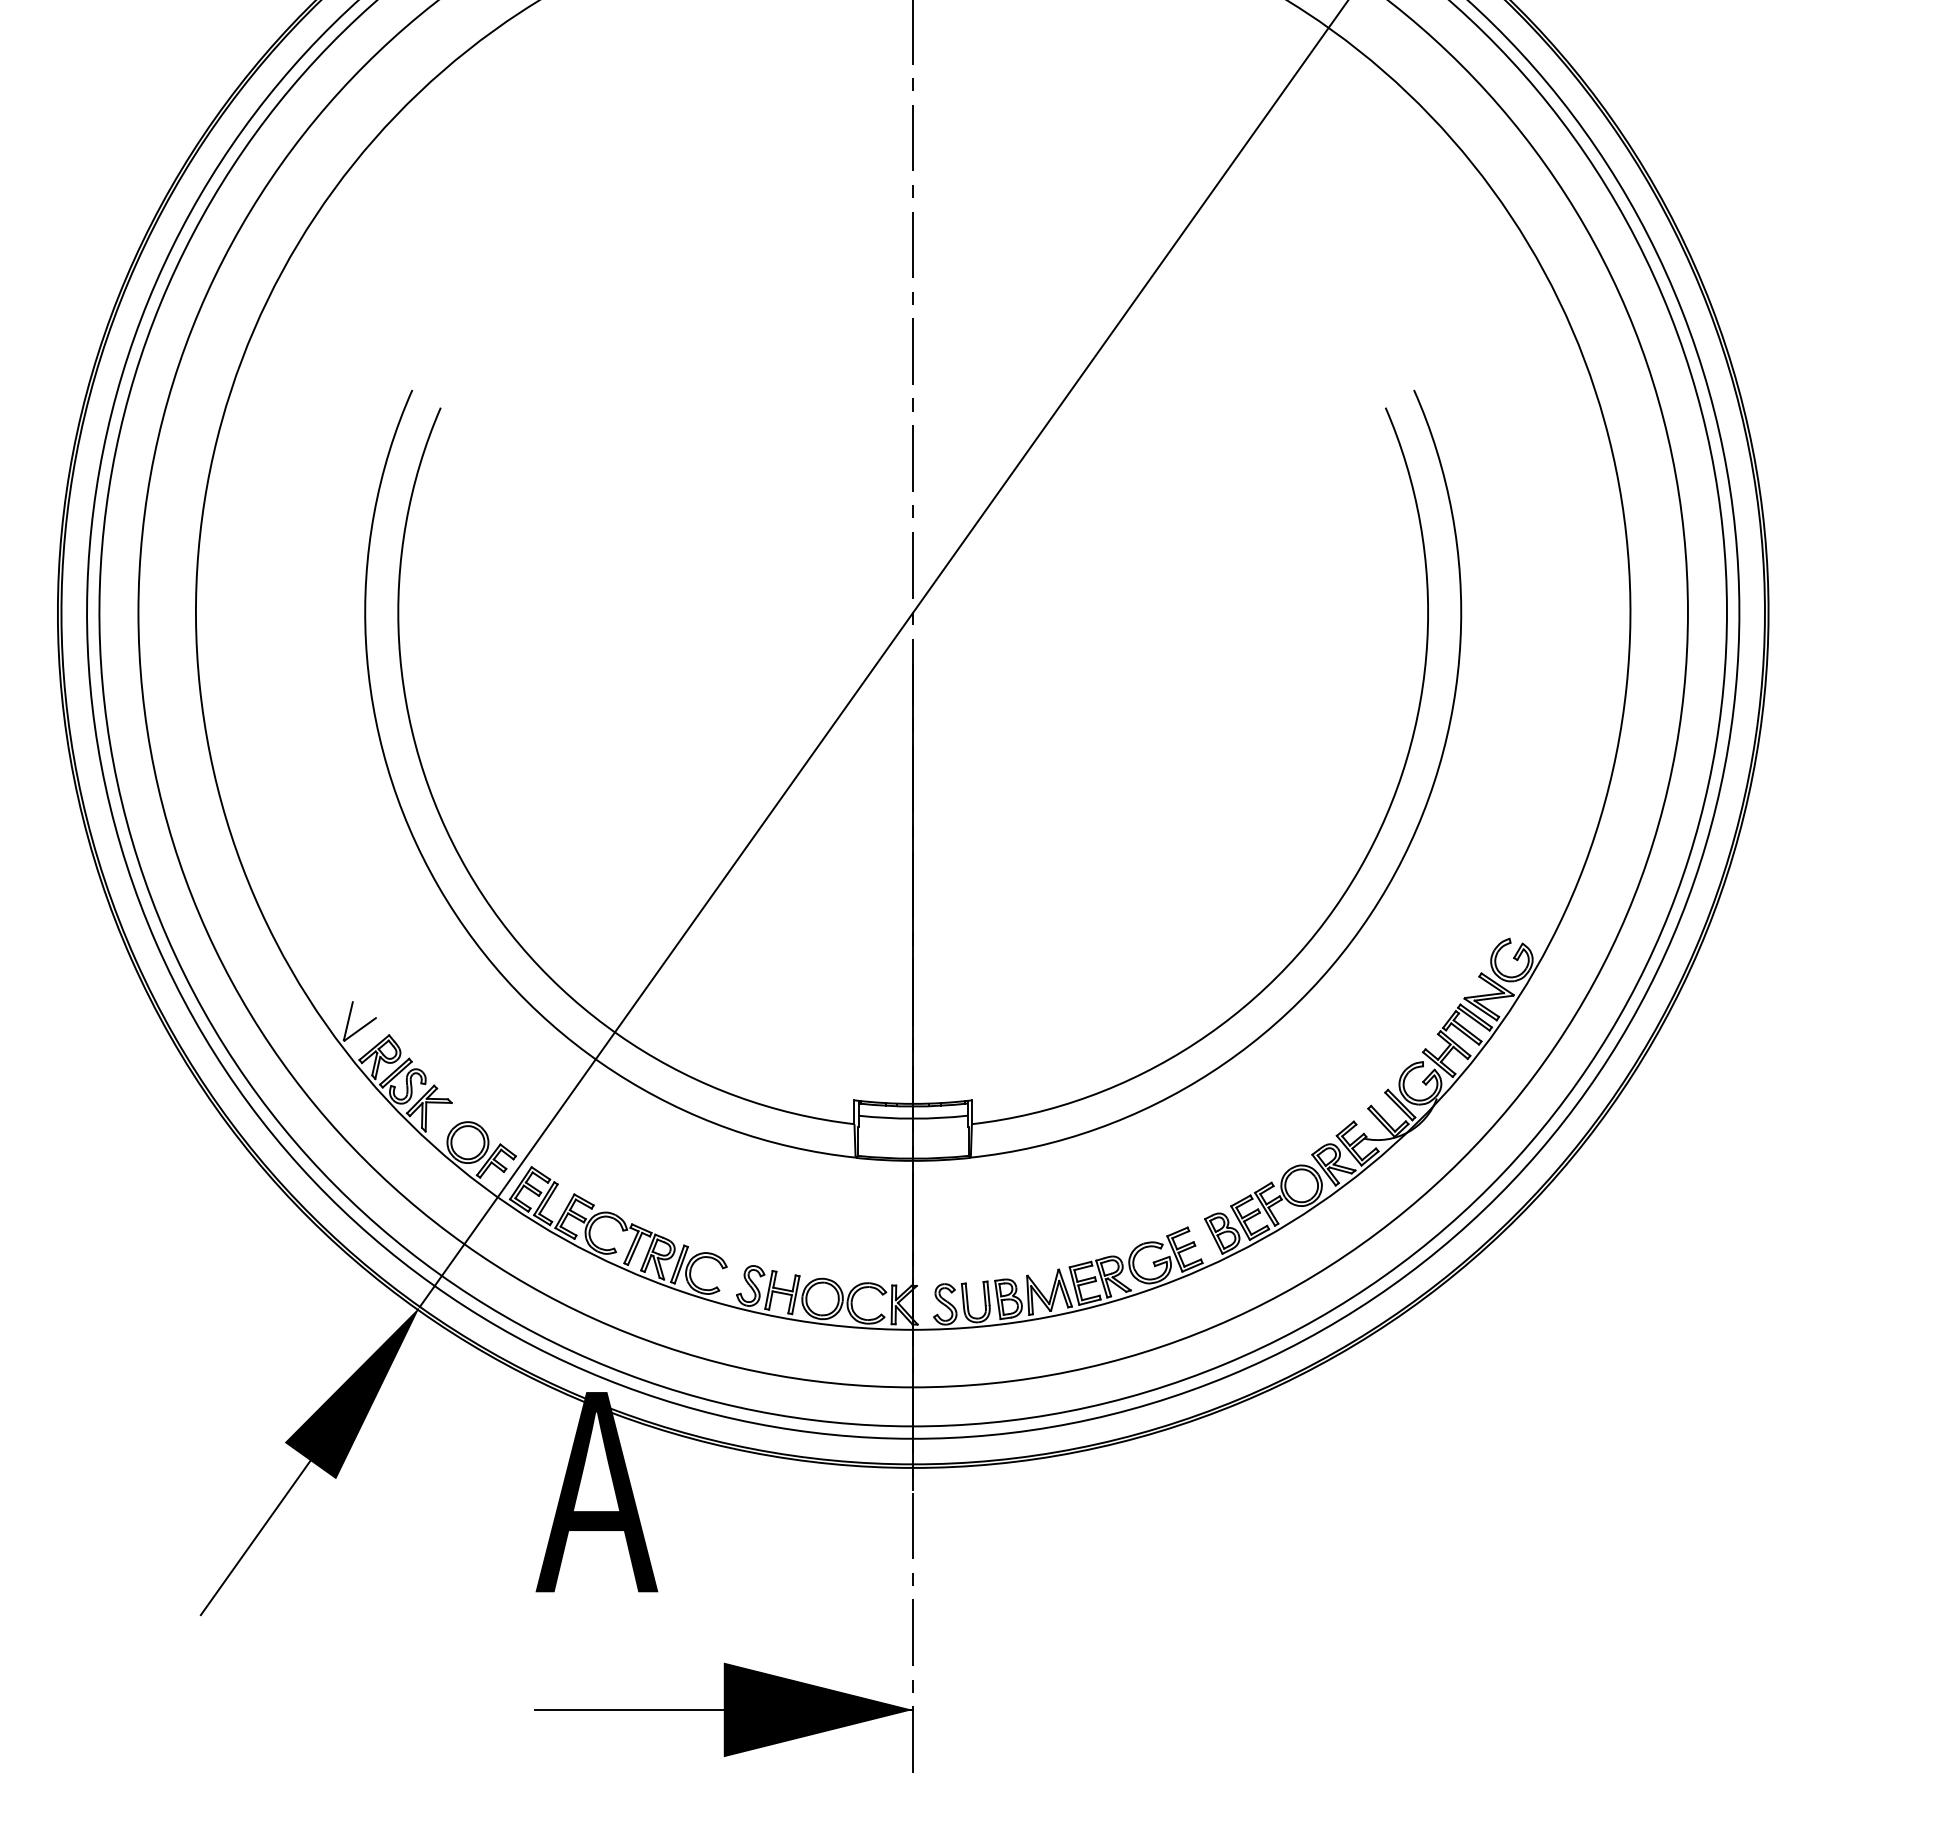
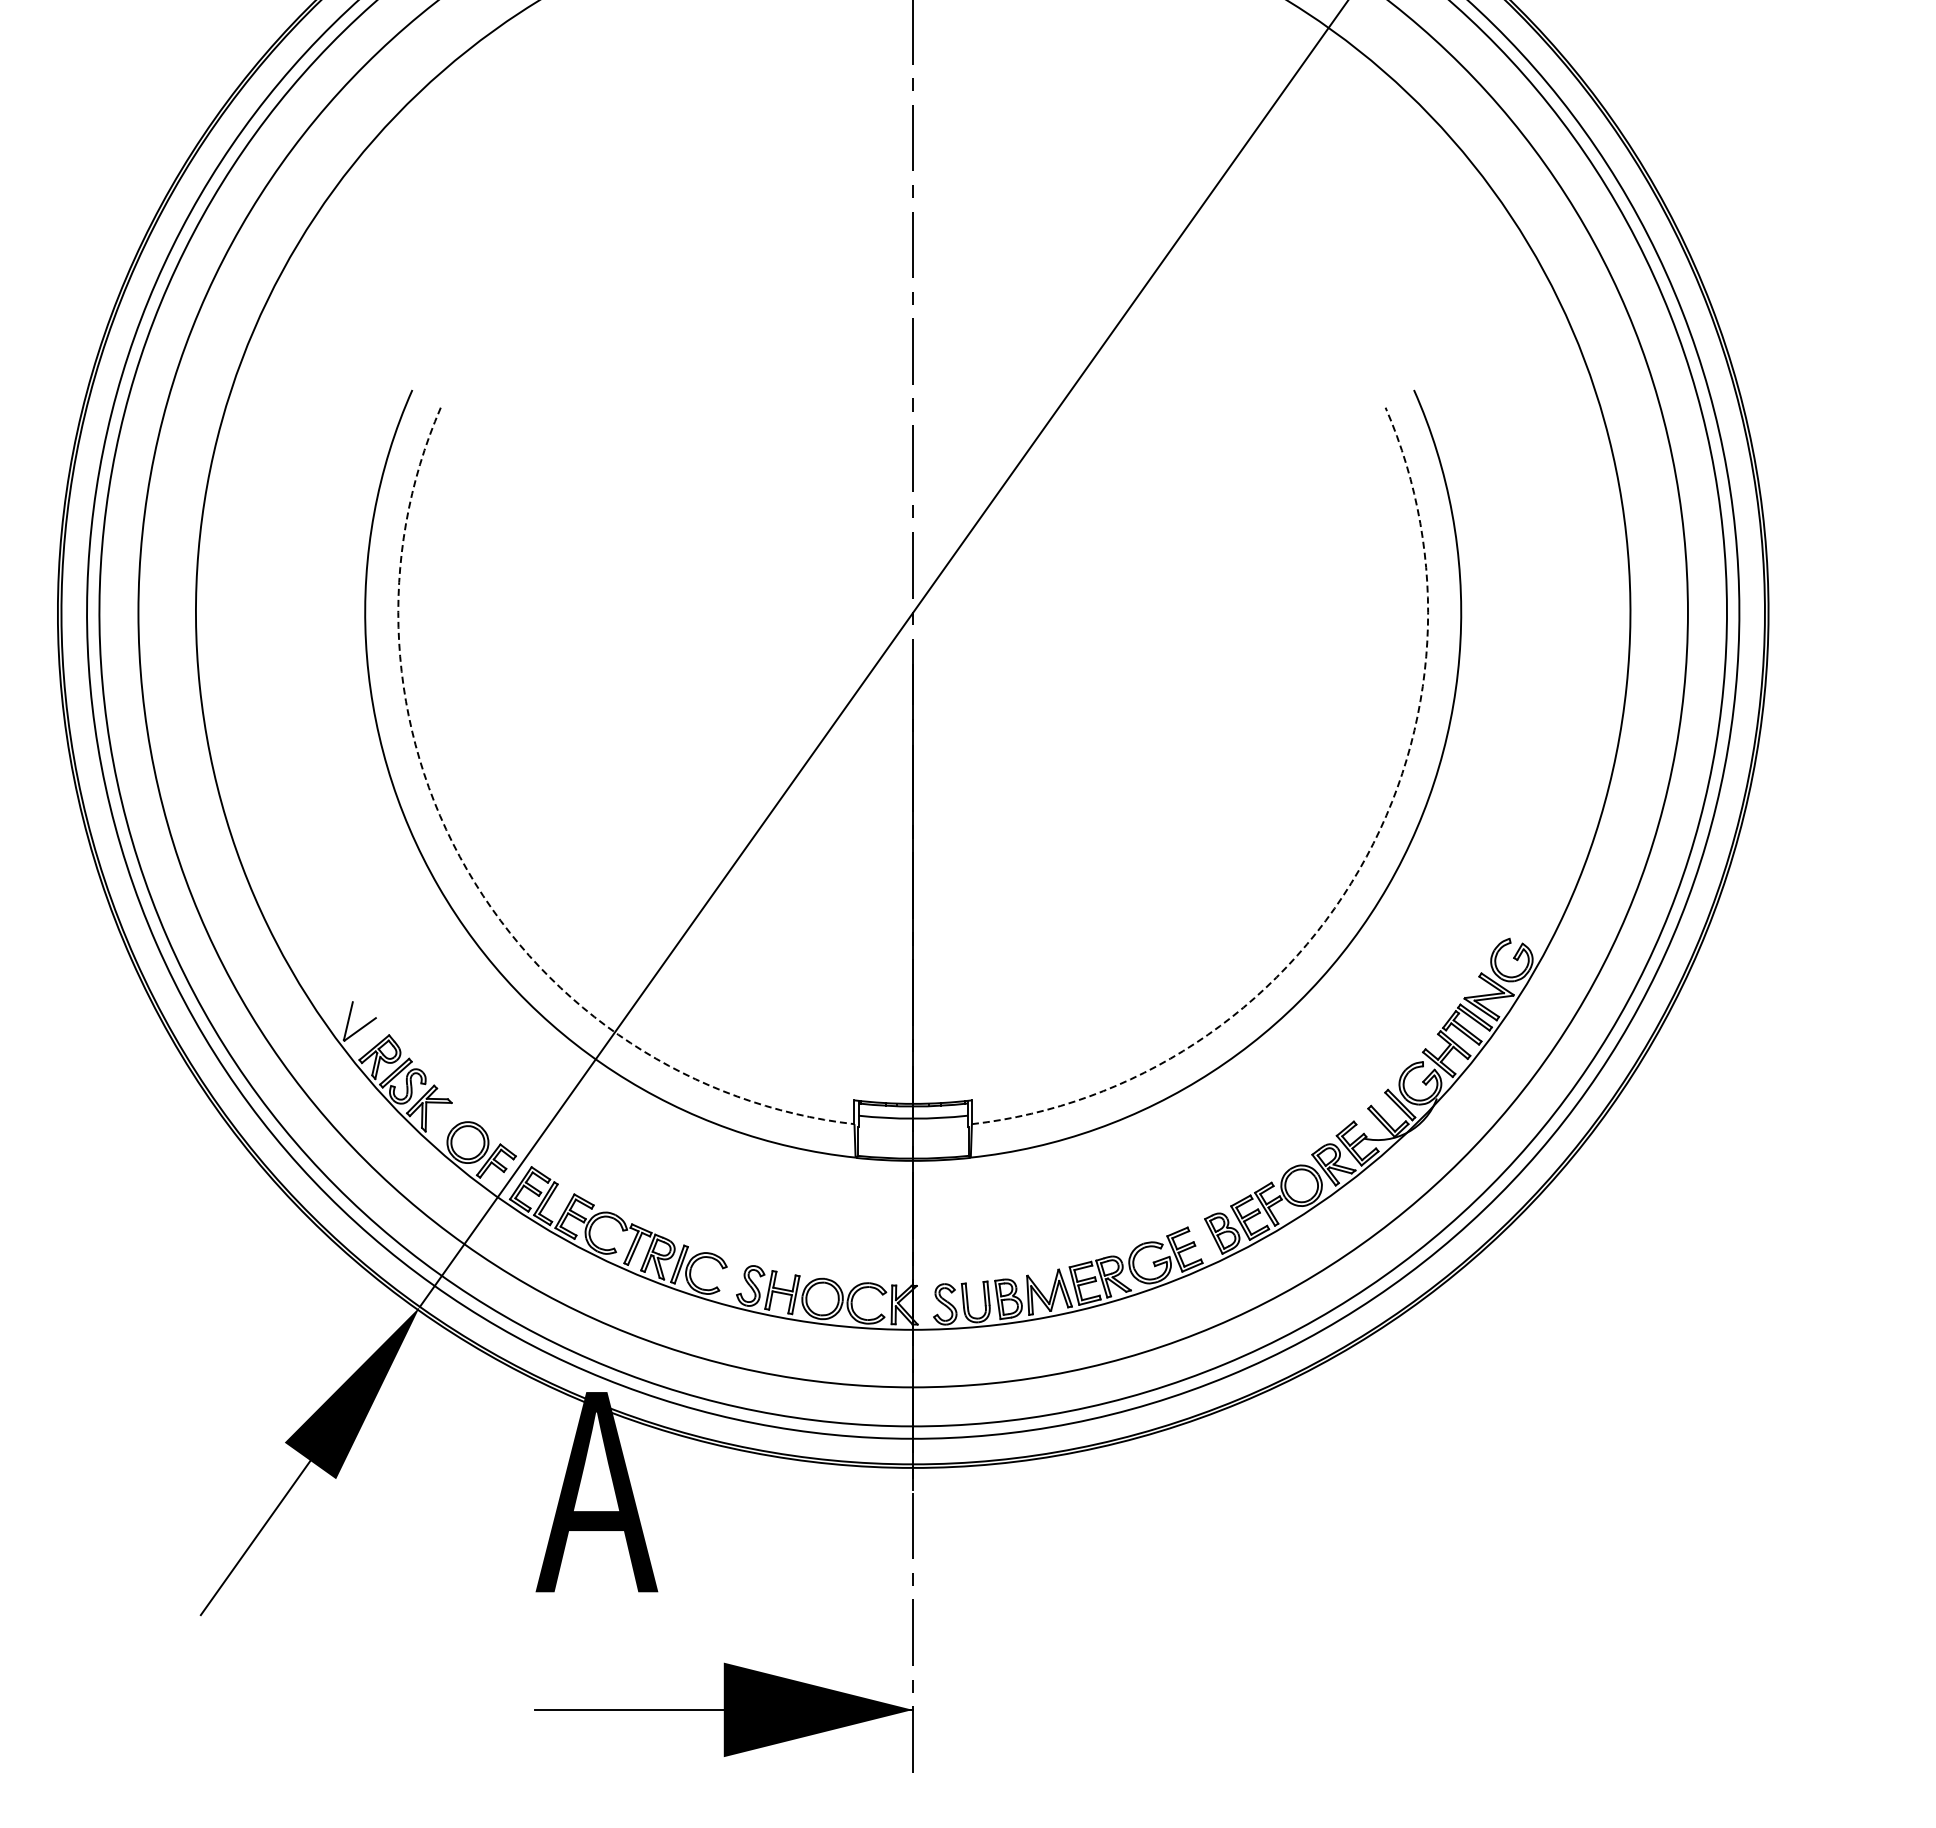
arc at (467, 870): solid -> dashed
arc at (1359, 870): solid -> dashed
